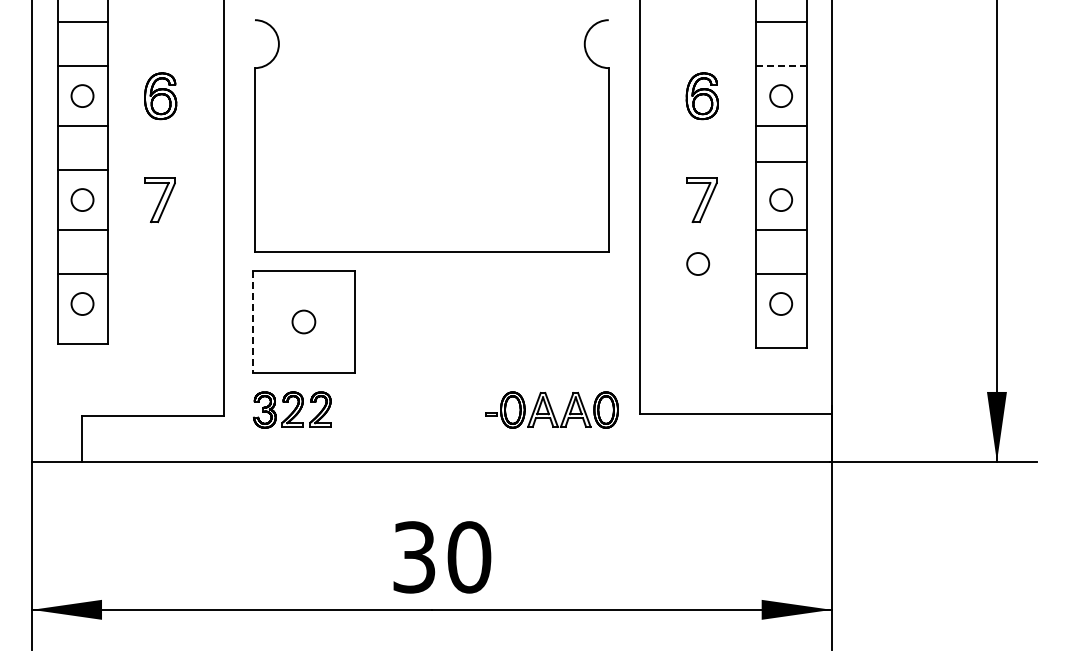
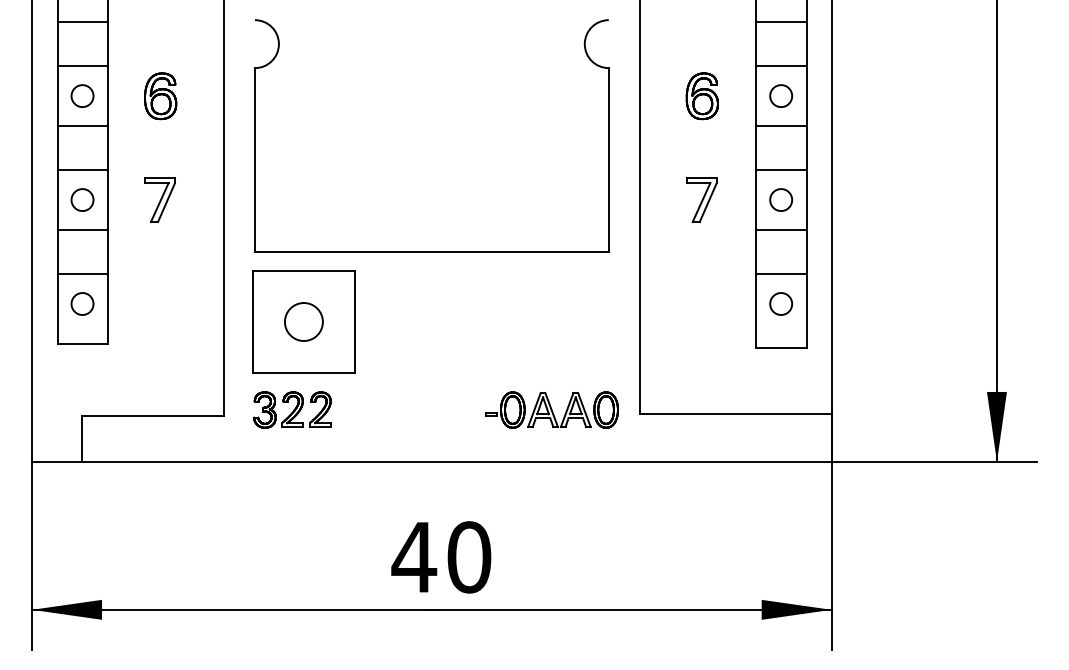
line at (781, 66): dashed -> solid
line at (781, 162) position: (781, 162) -> (781, 170)
circle at (698, 263): present -> none
circle at (303, 321) diameter: 23 px -> 38 px
line at (252, 322): dashed -> solid
text at (414, 557): 30 -> 40
